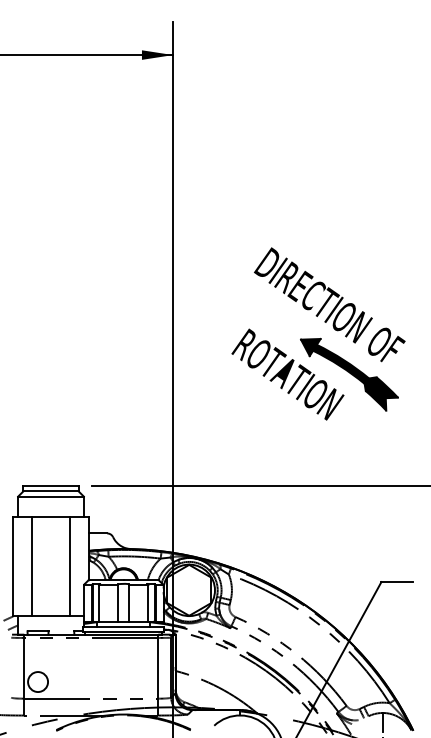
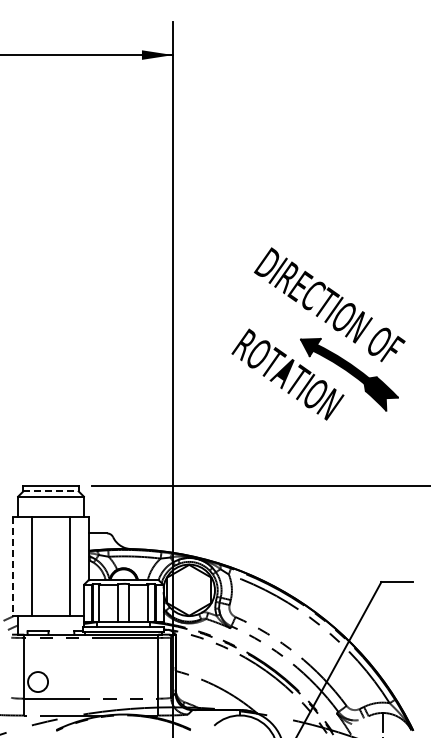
line at (51, 491): solid -> dashed
line at (12, 566): solid -> dashed
